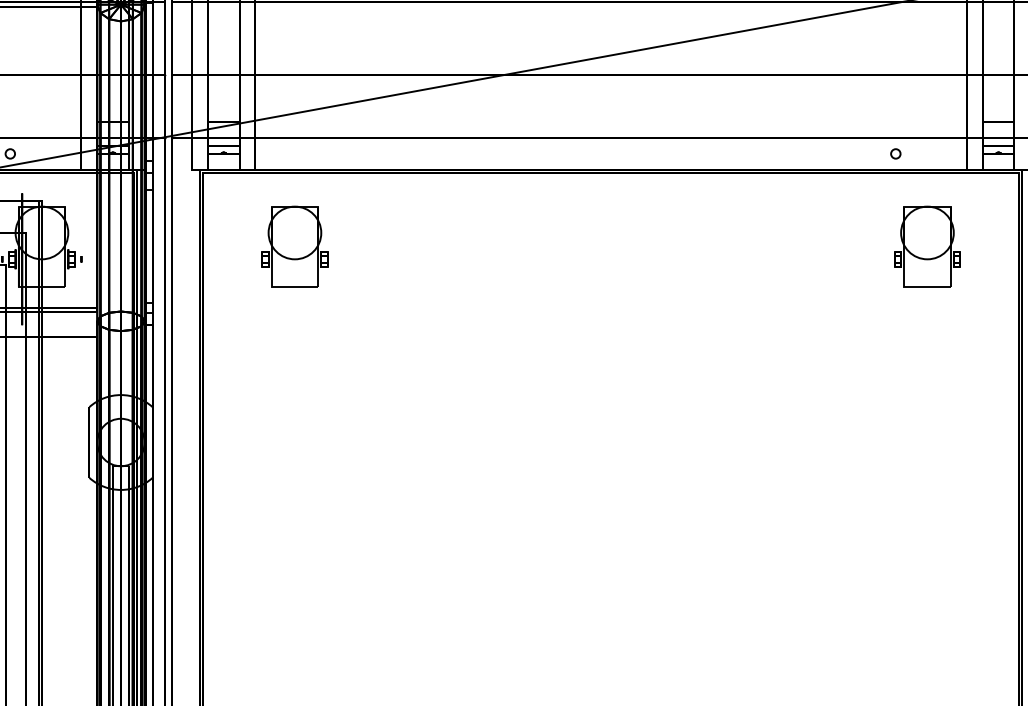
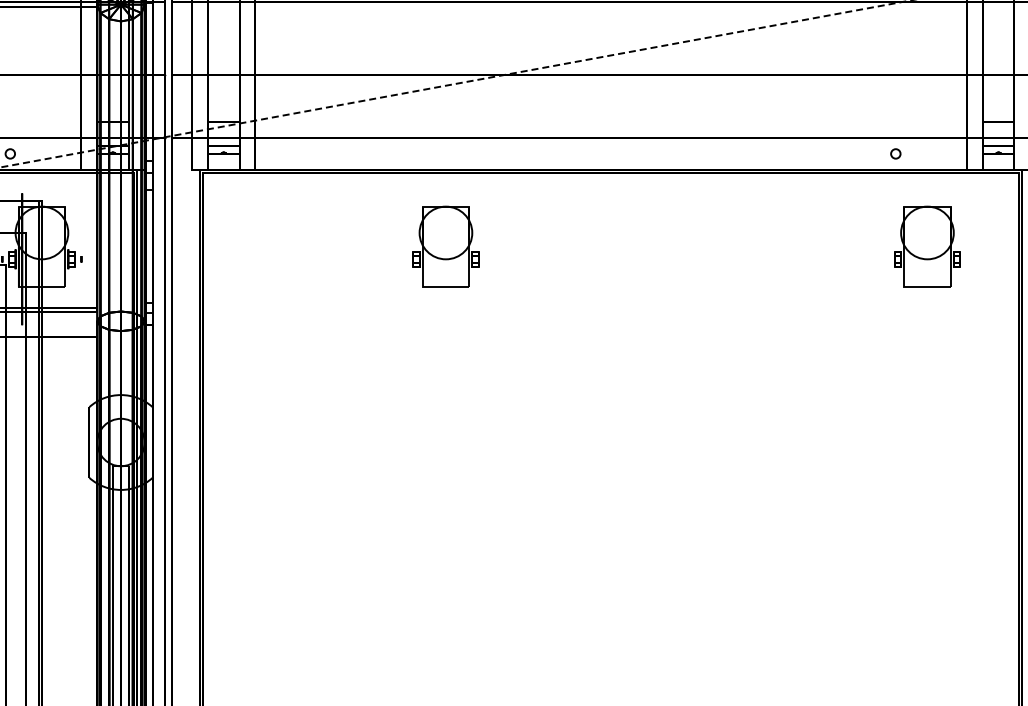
line at (457, 83): solid -> dashed
part at (294, 246) position: (294, 246) -> (445, 246)
